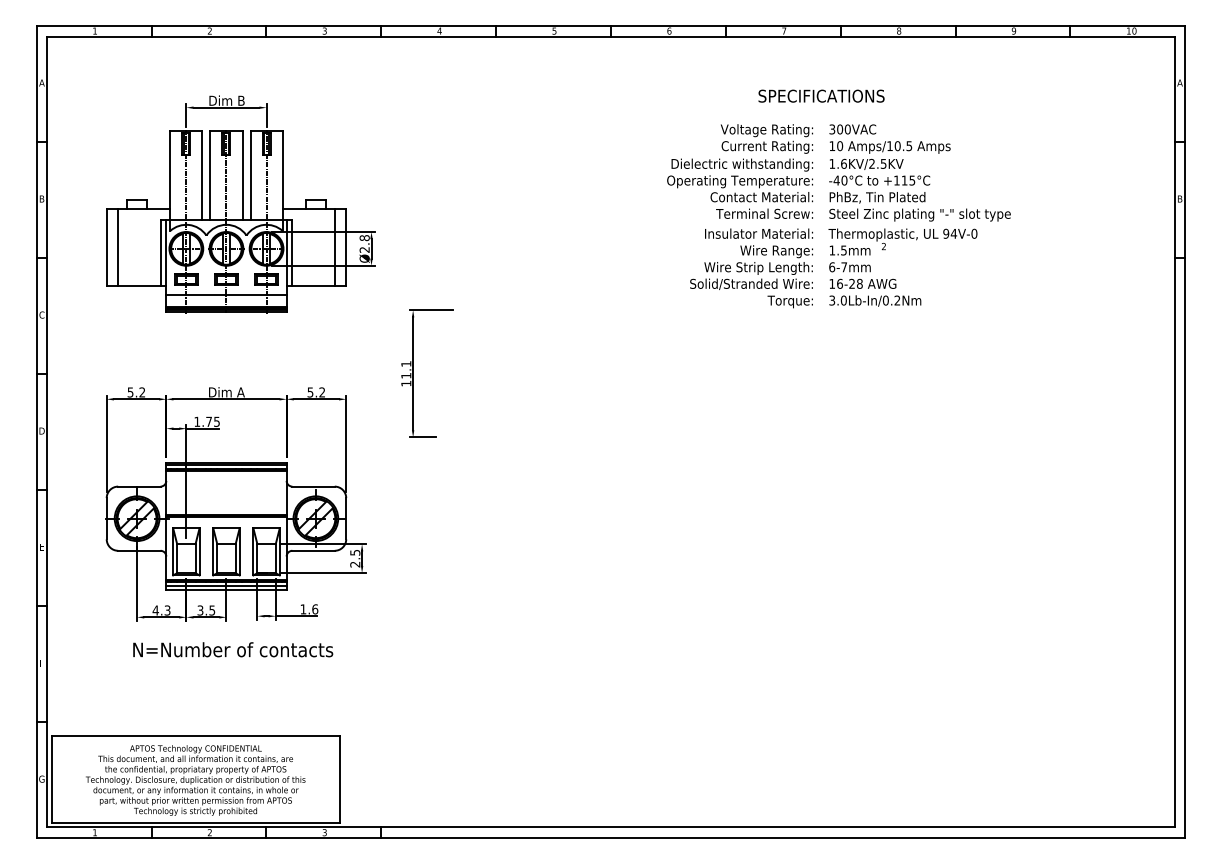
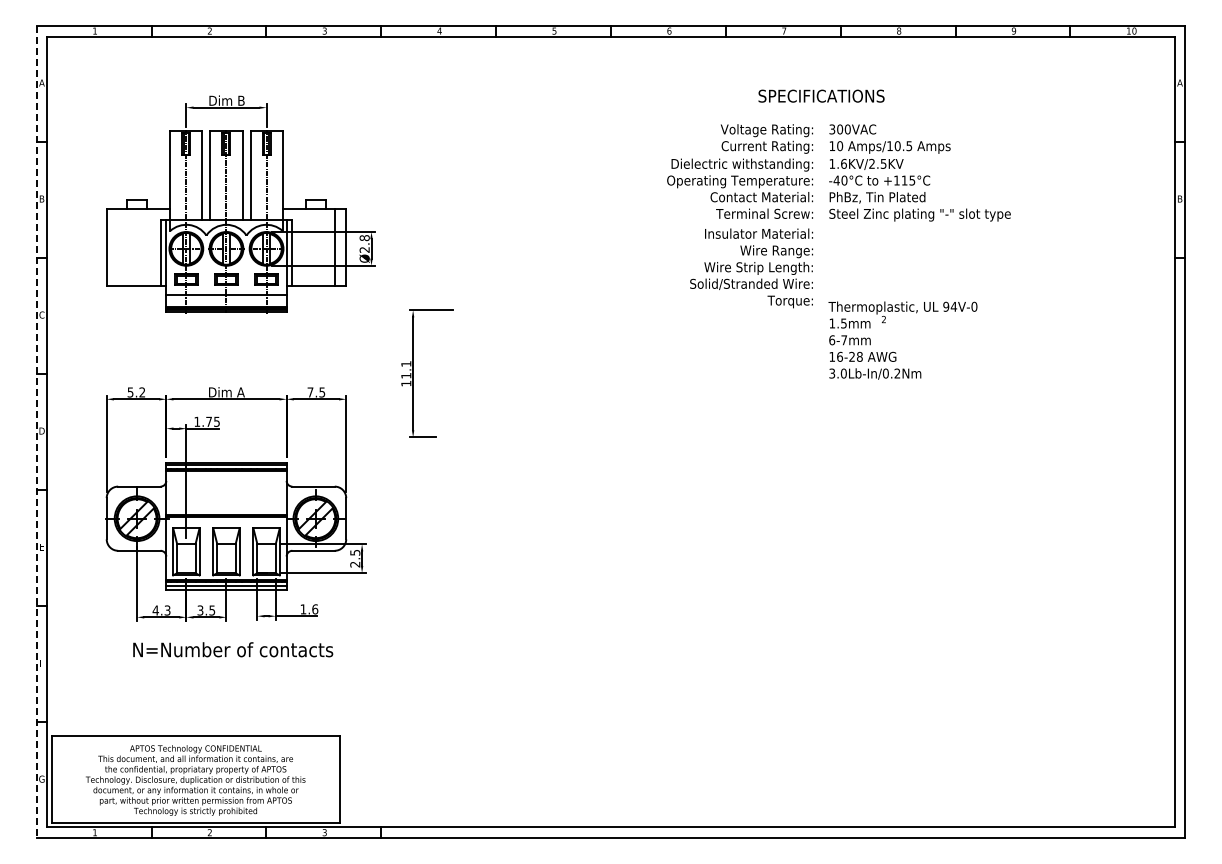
line at (118, 246): present -> none
text at (902, 267) position: (902, 267) -> (902, 340)
text at (316, 392): 5.2 -> 7.5
line at (36, 432): solid -> dashed
